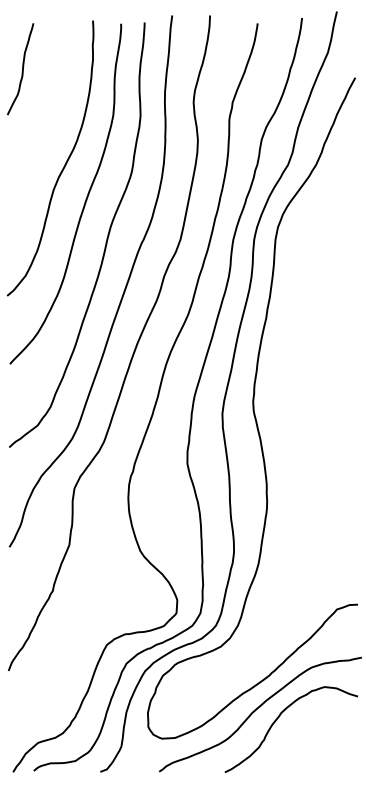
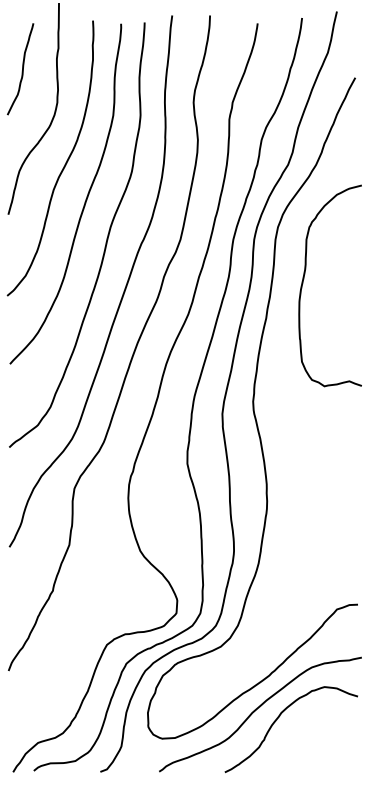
curve at (53, 114): none -> present
curve at (304, 279): none -> present
